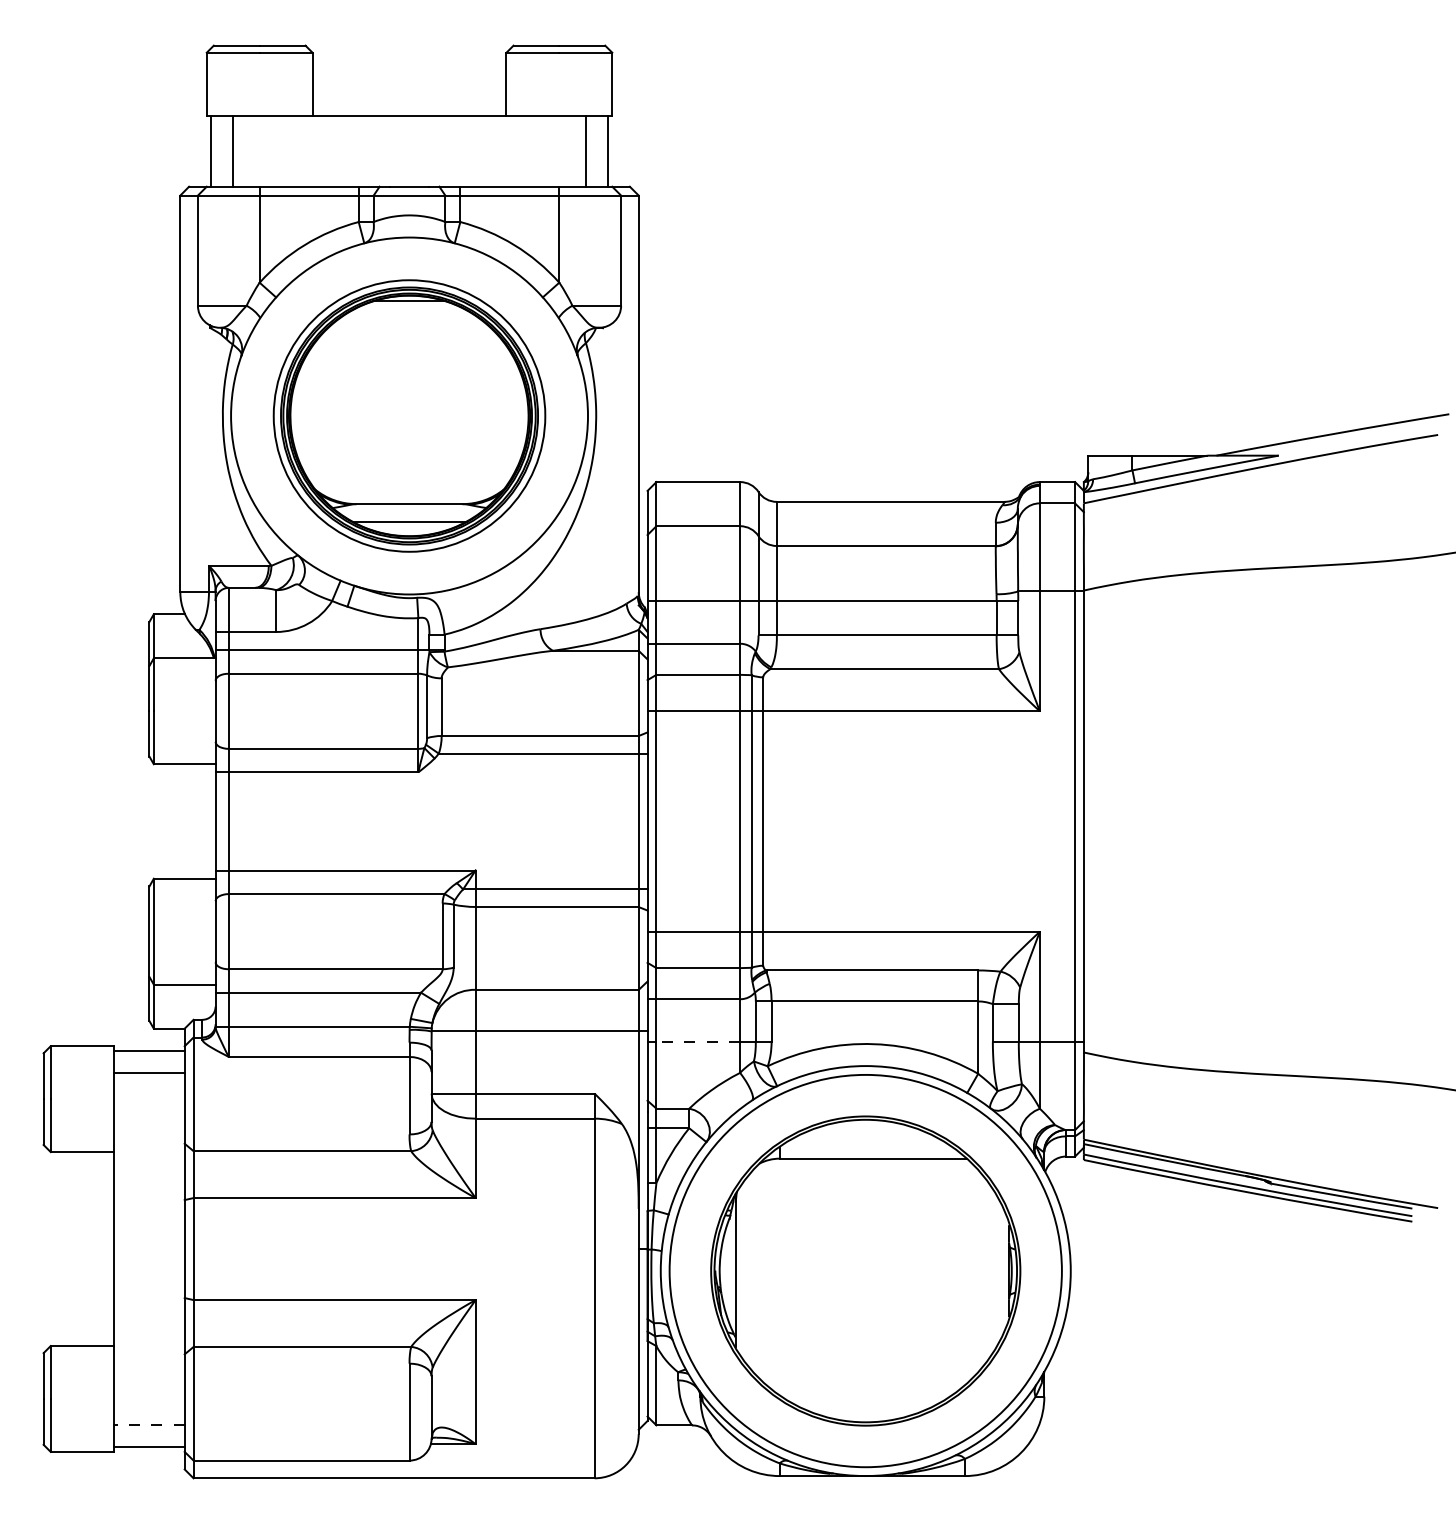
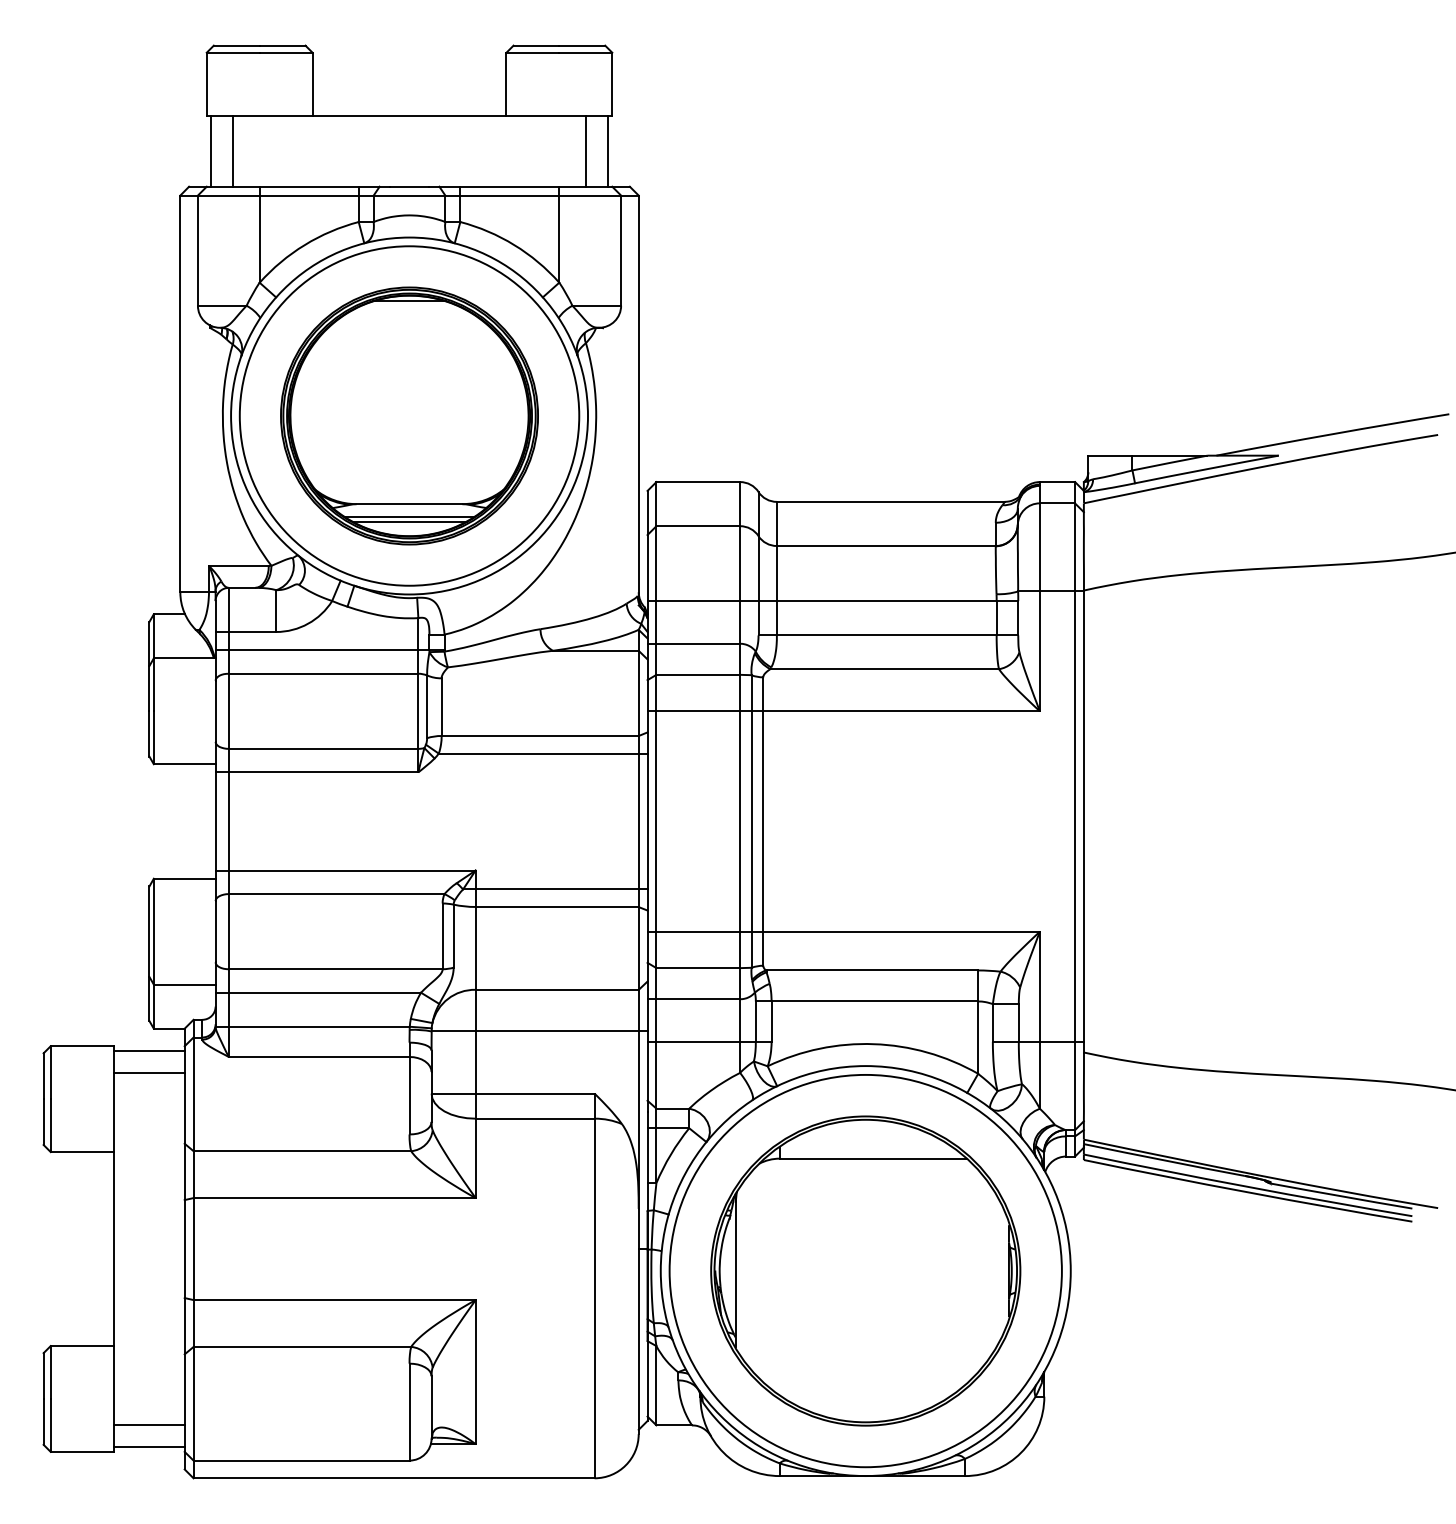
circle at (409, 415) diameter: 272 px -> 339 px
line at (409, 517): none -> present
line at (698, 1041): dashed -> solid
line at (148, 1425): dashed -> solid
